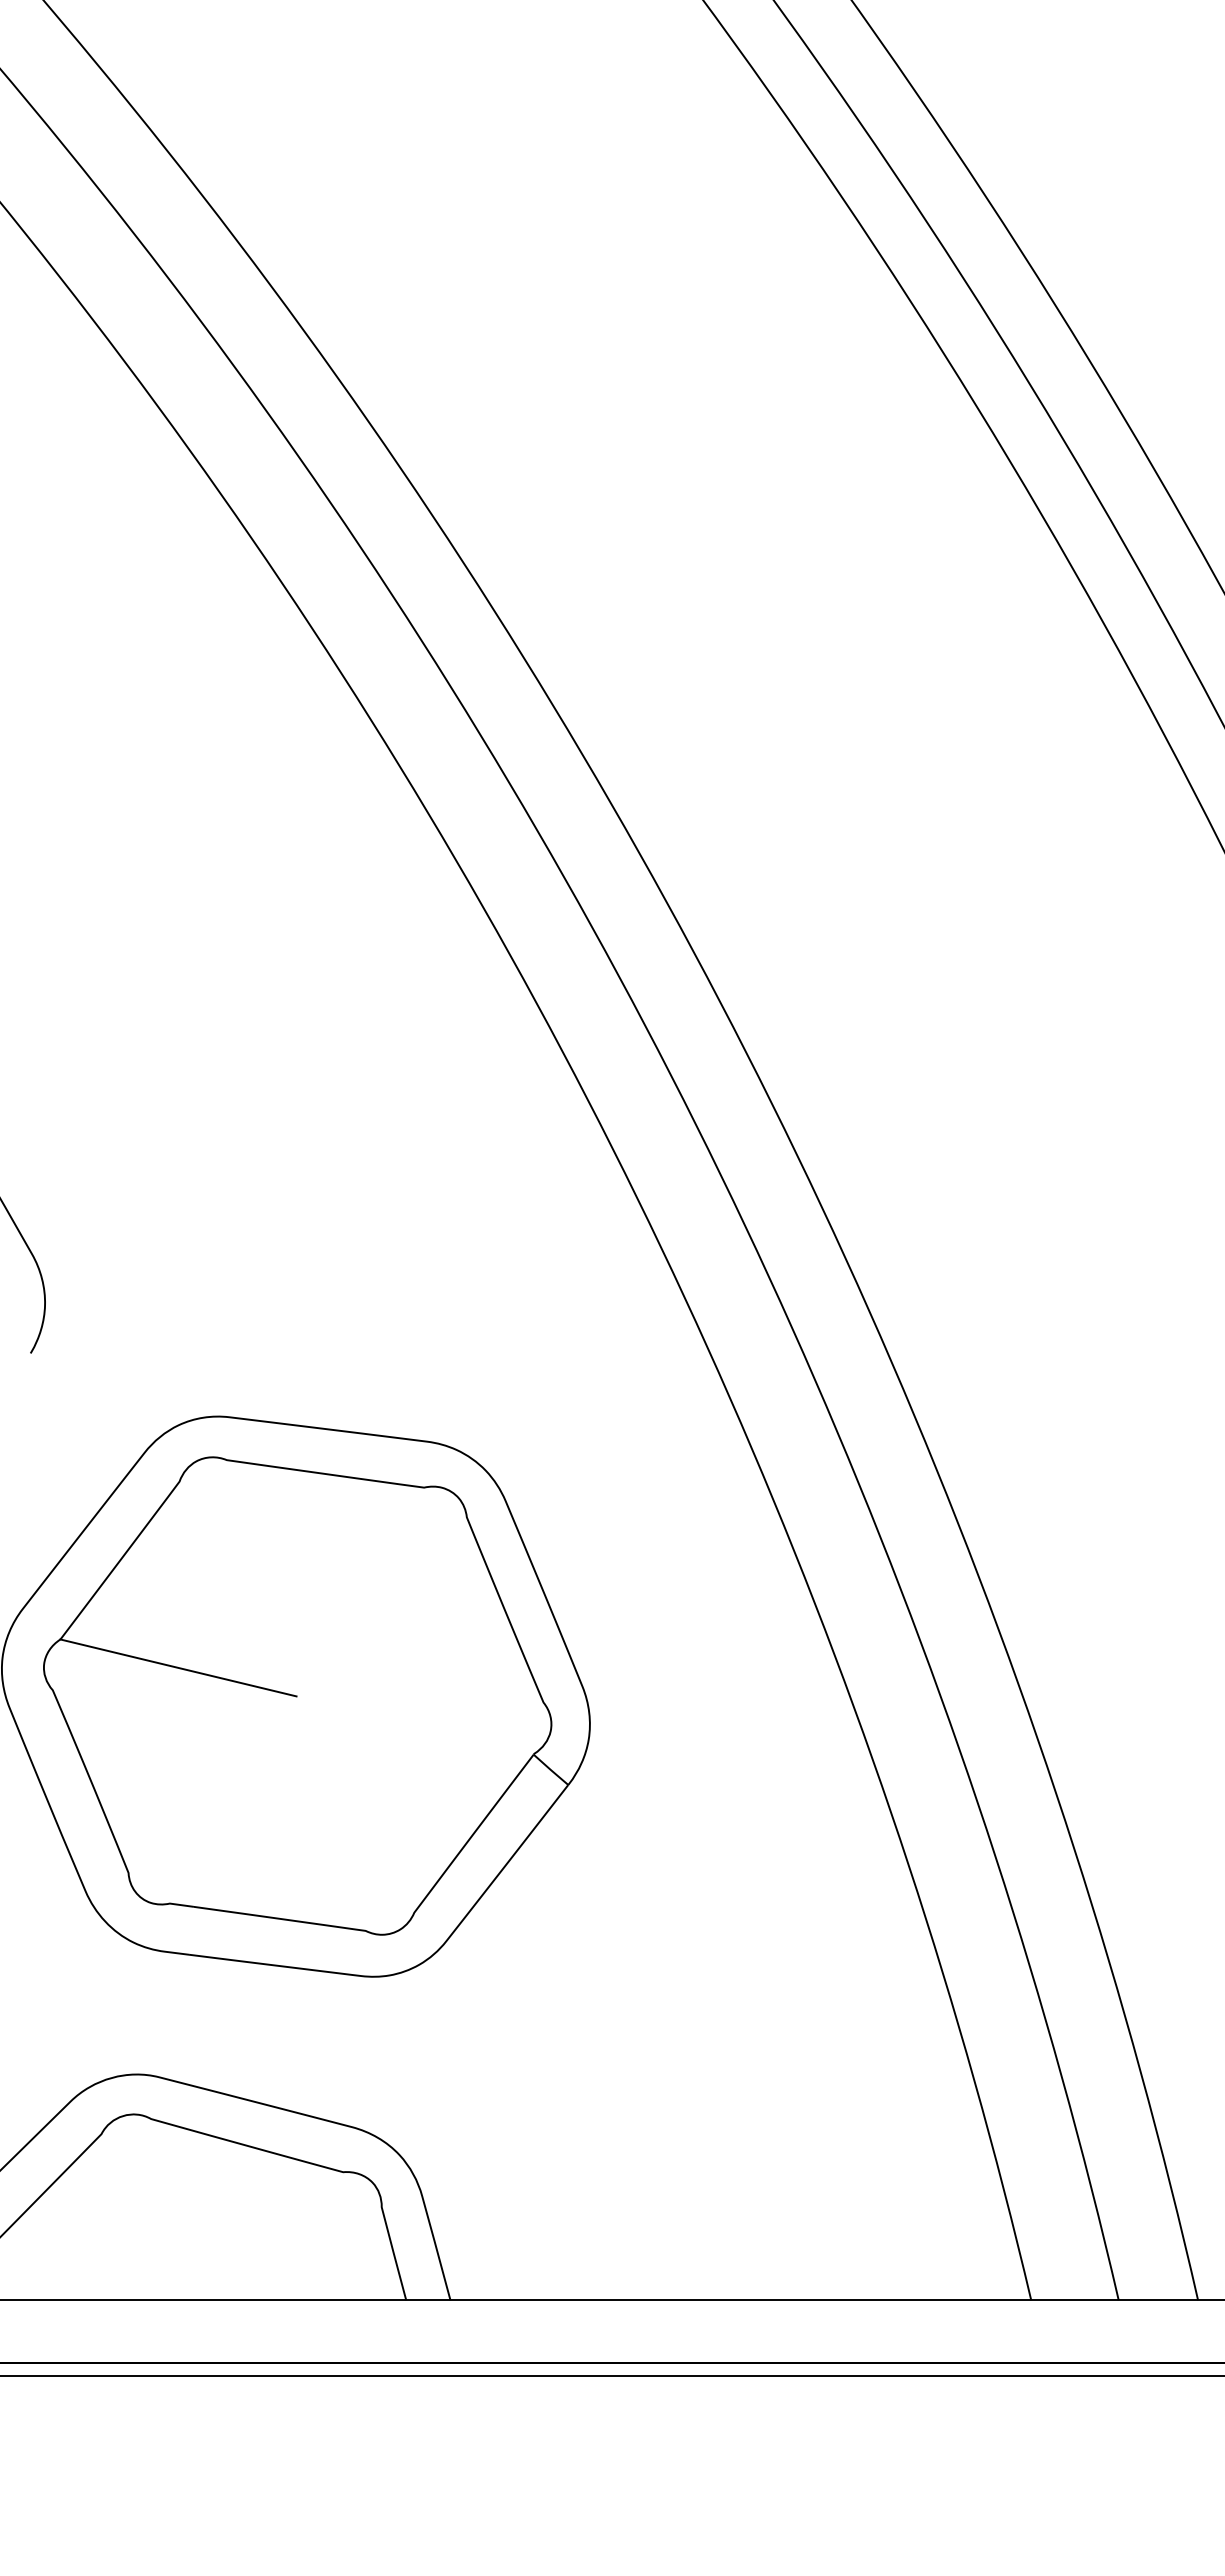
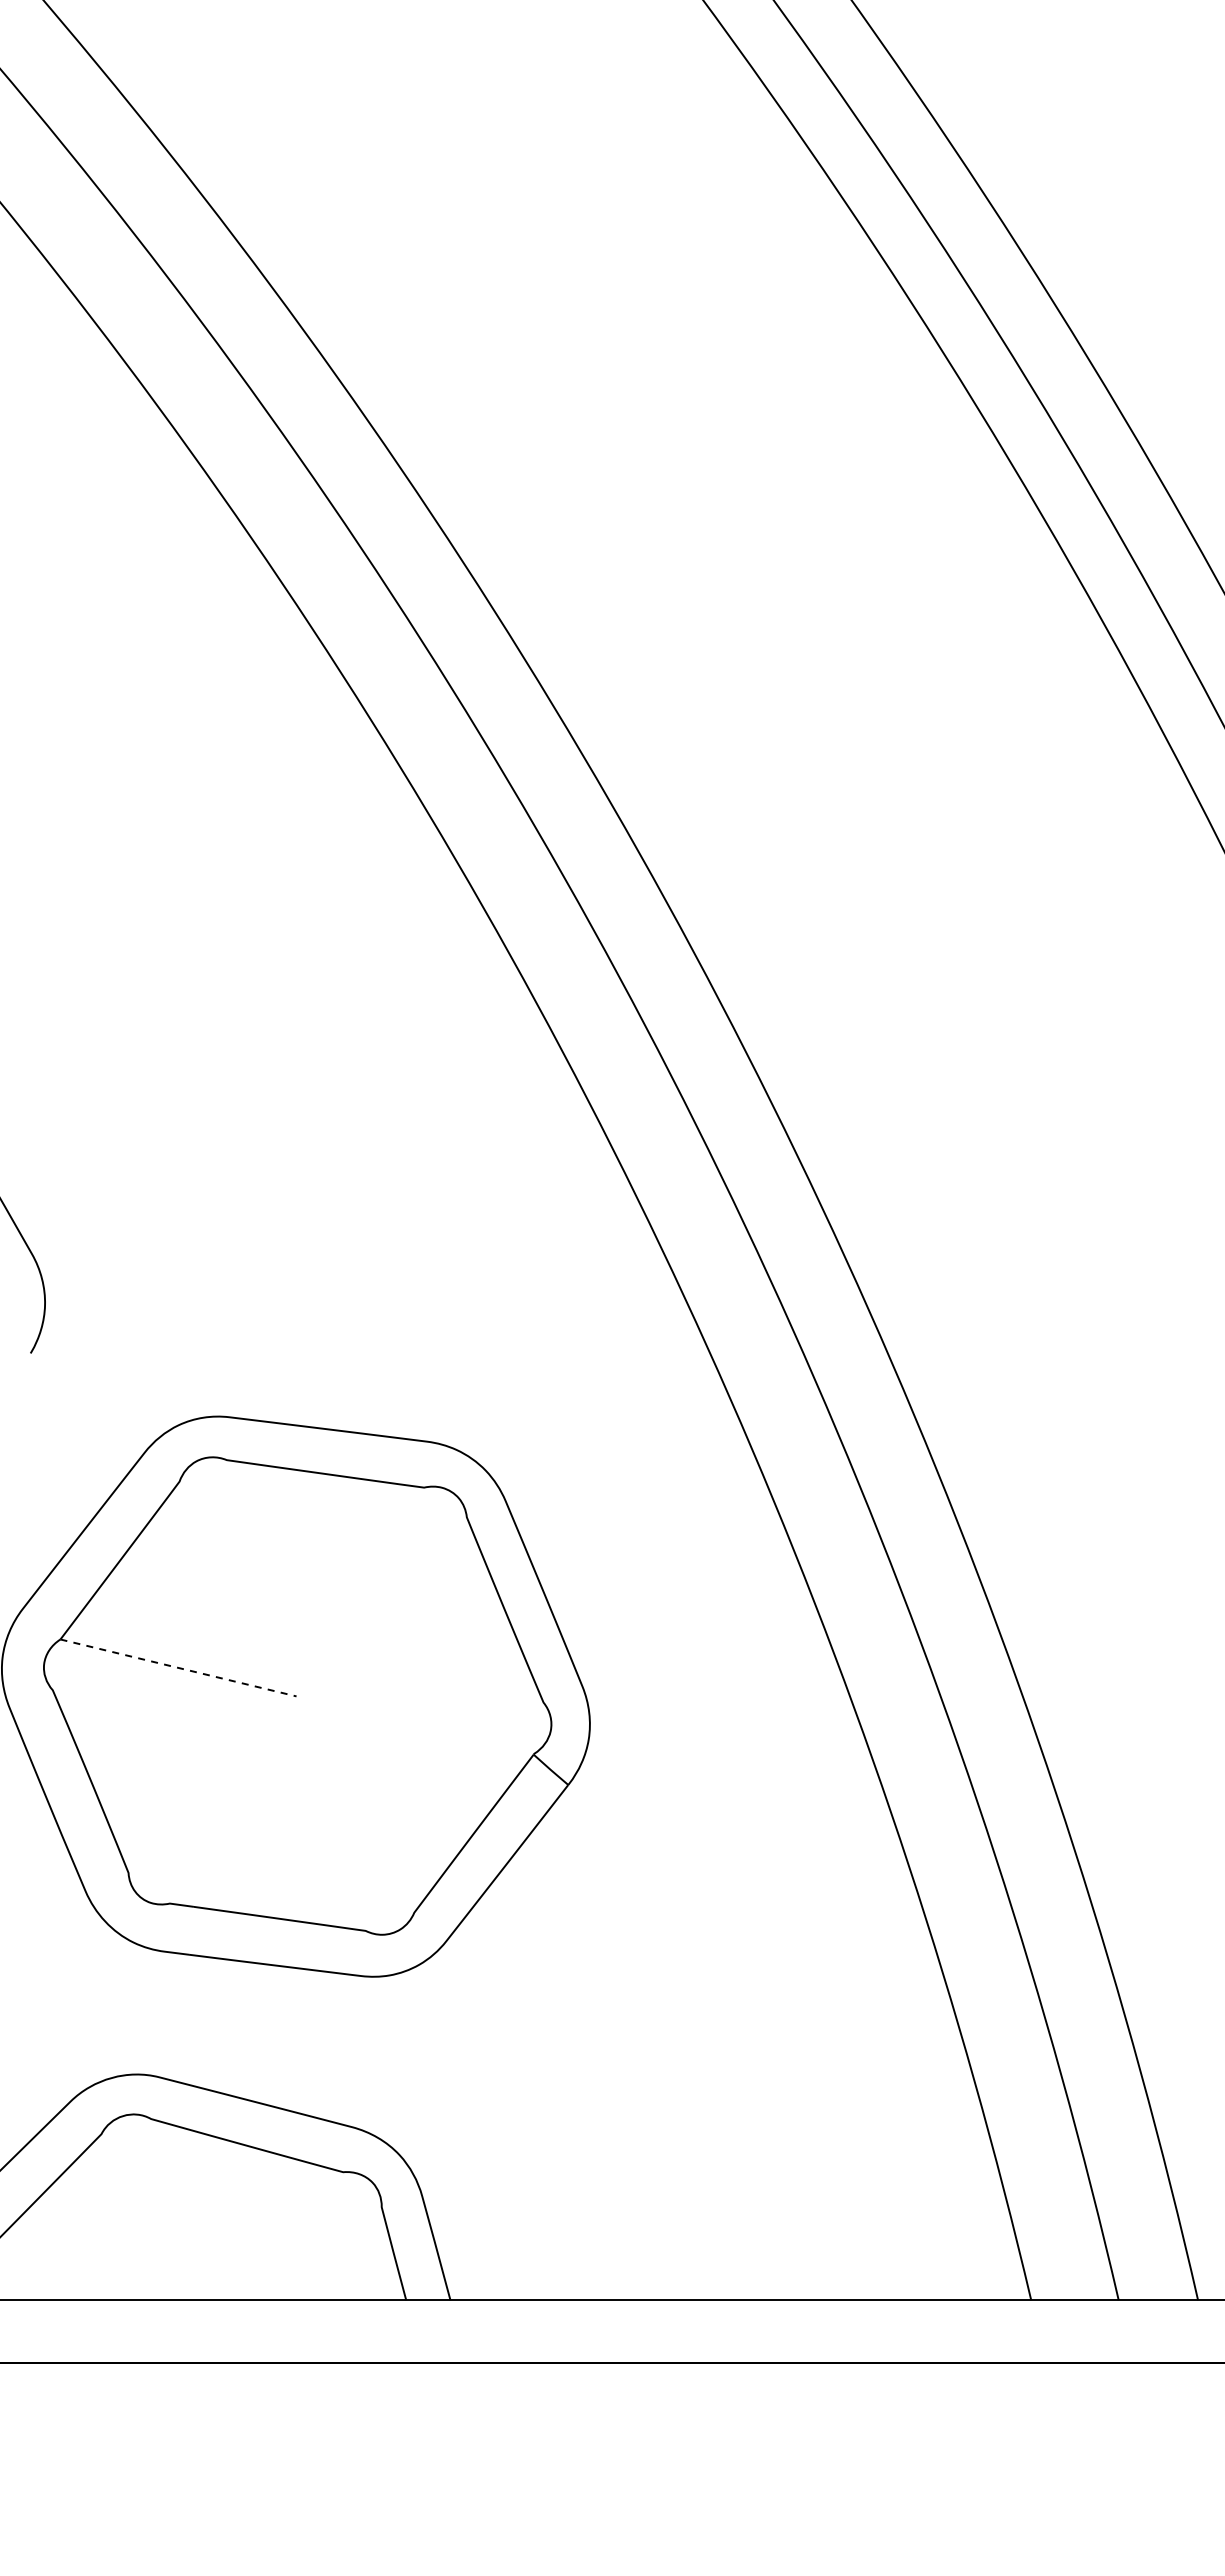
line at (178, 1668): solid -> dashed
line at (611, 2376): present -> none
